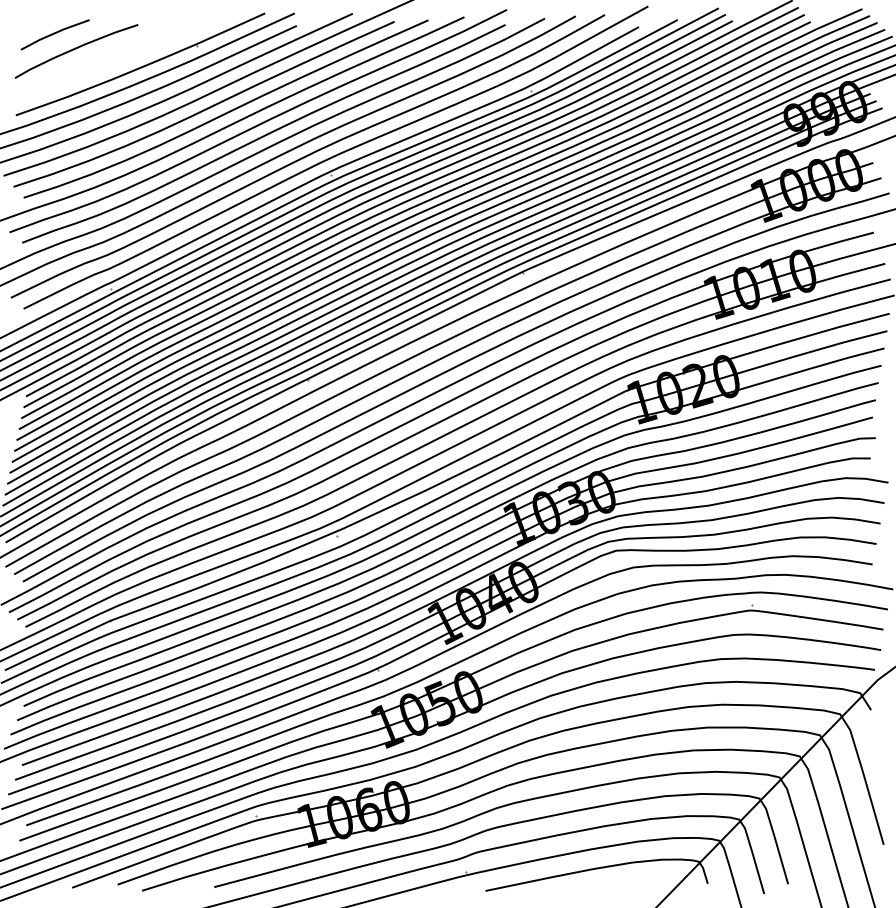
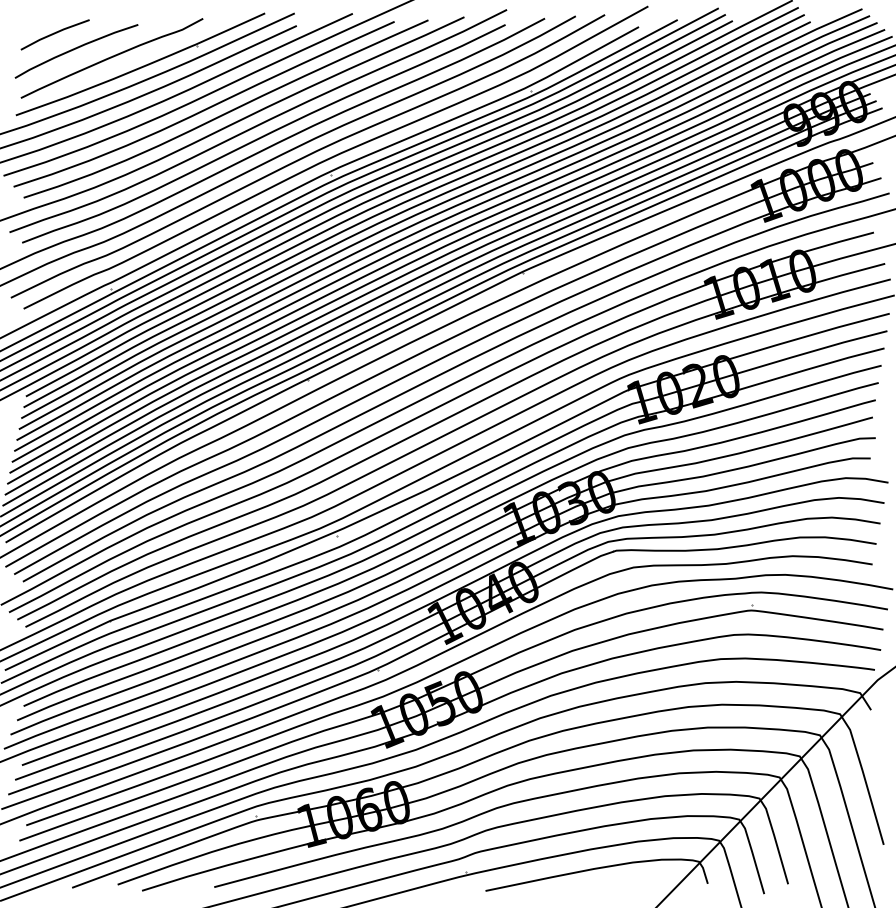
curve at (111, 58): none -> present
